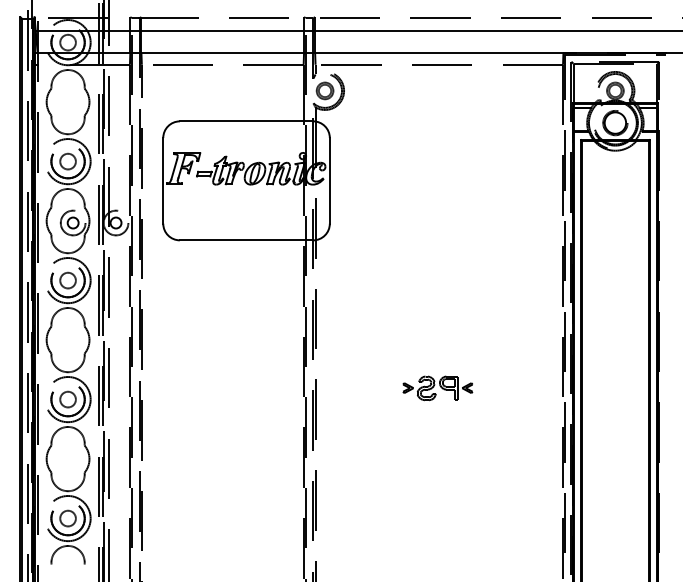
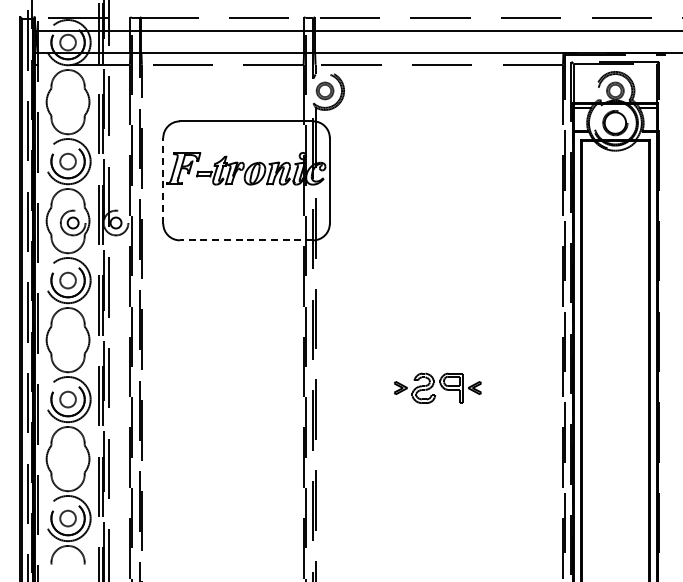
line at (163, 180): solid -> dashed
line at (246, 240): solid -> dashed
part at (437, 388) size: 72x27 px -> 88x32 px
